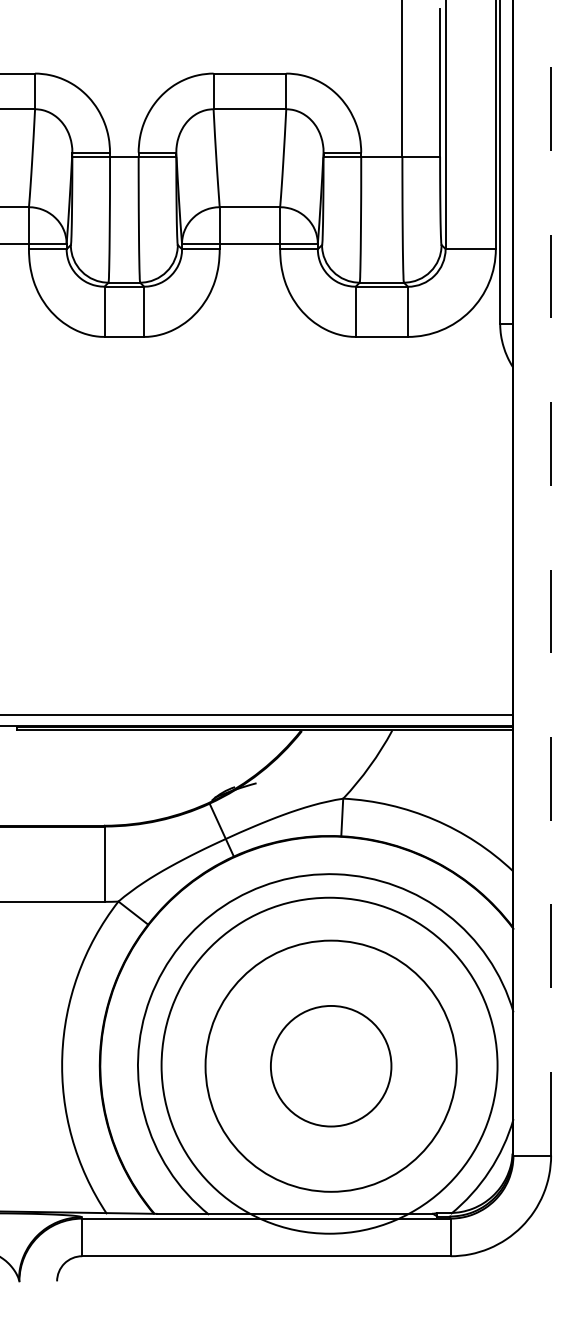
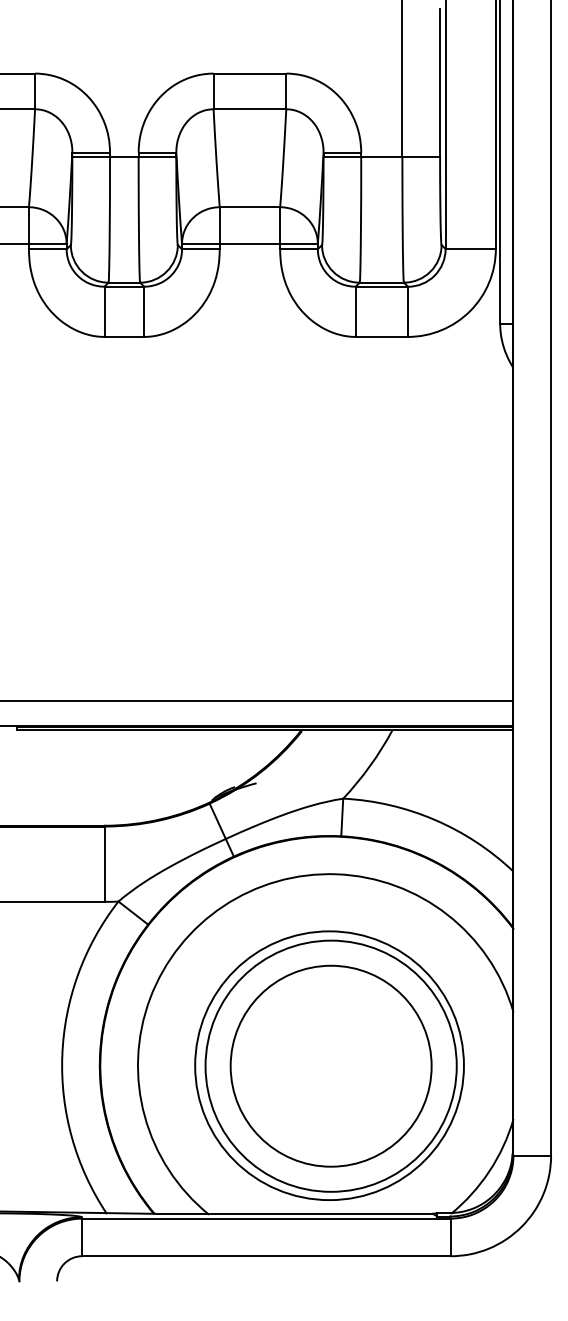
line at (551, 577): dashed -> solid
line at (257, 714) position: (257, 714) -> (257, 700)
circle at (329, 1065) diameter: 336 px -> 269 px
circle at (330, 1065) diameter: 121 px -> 201 px
